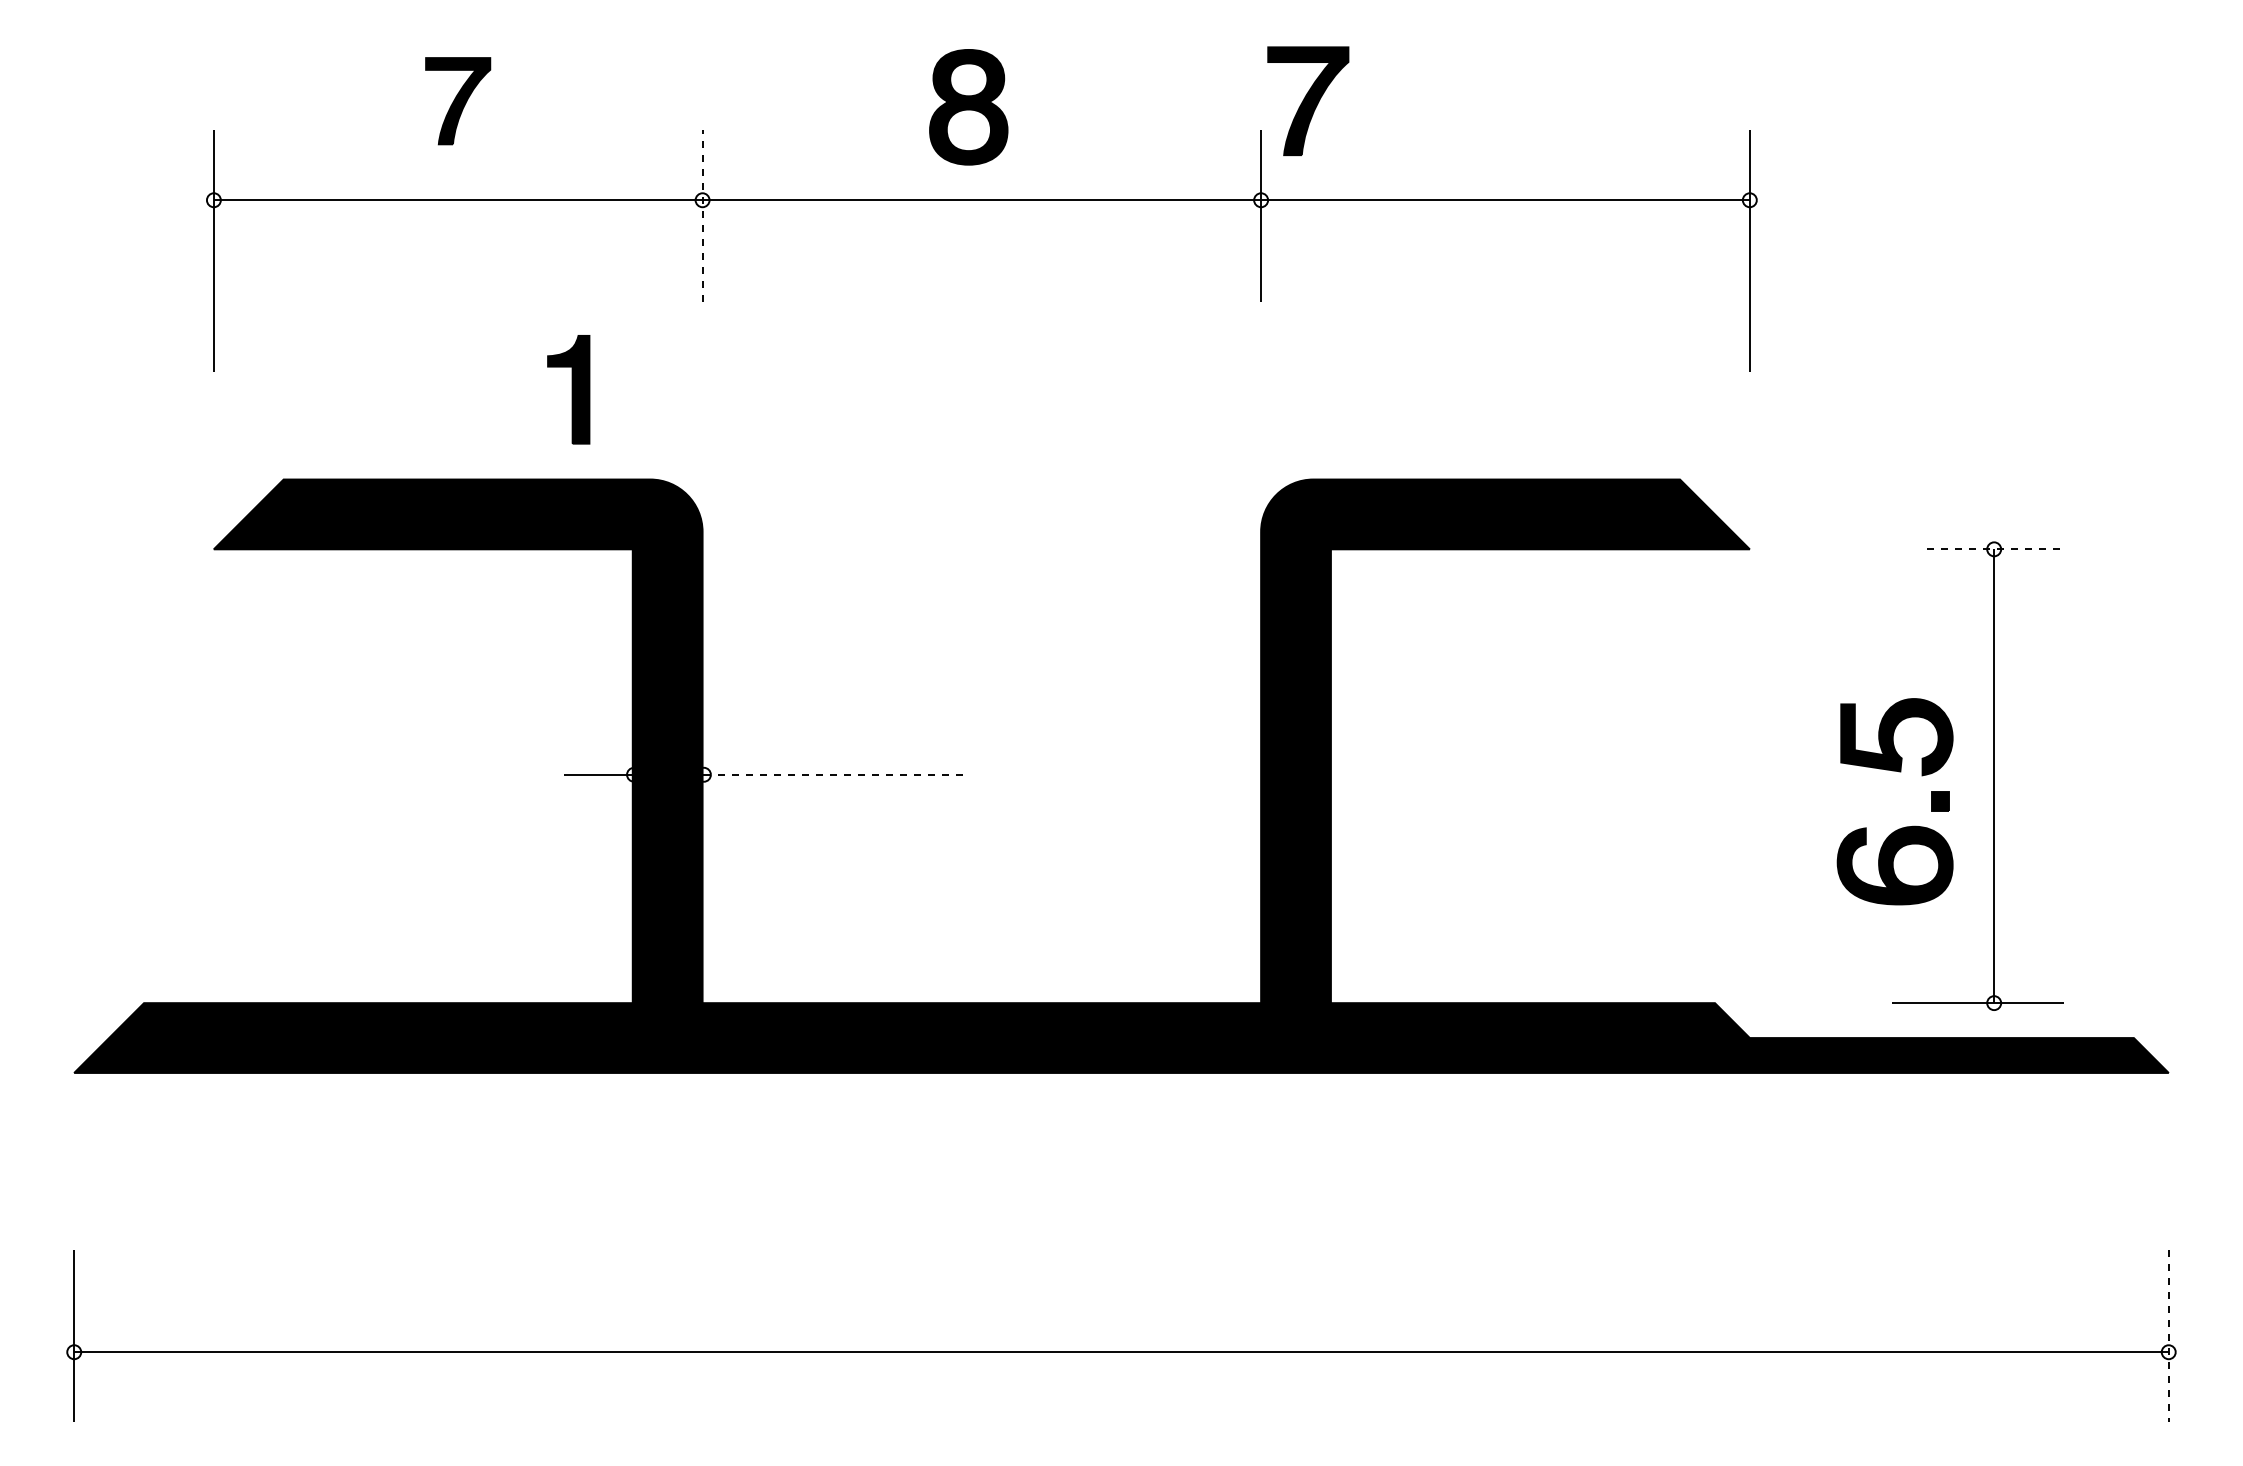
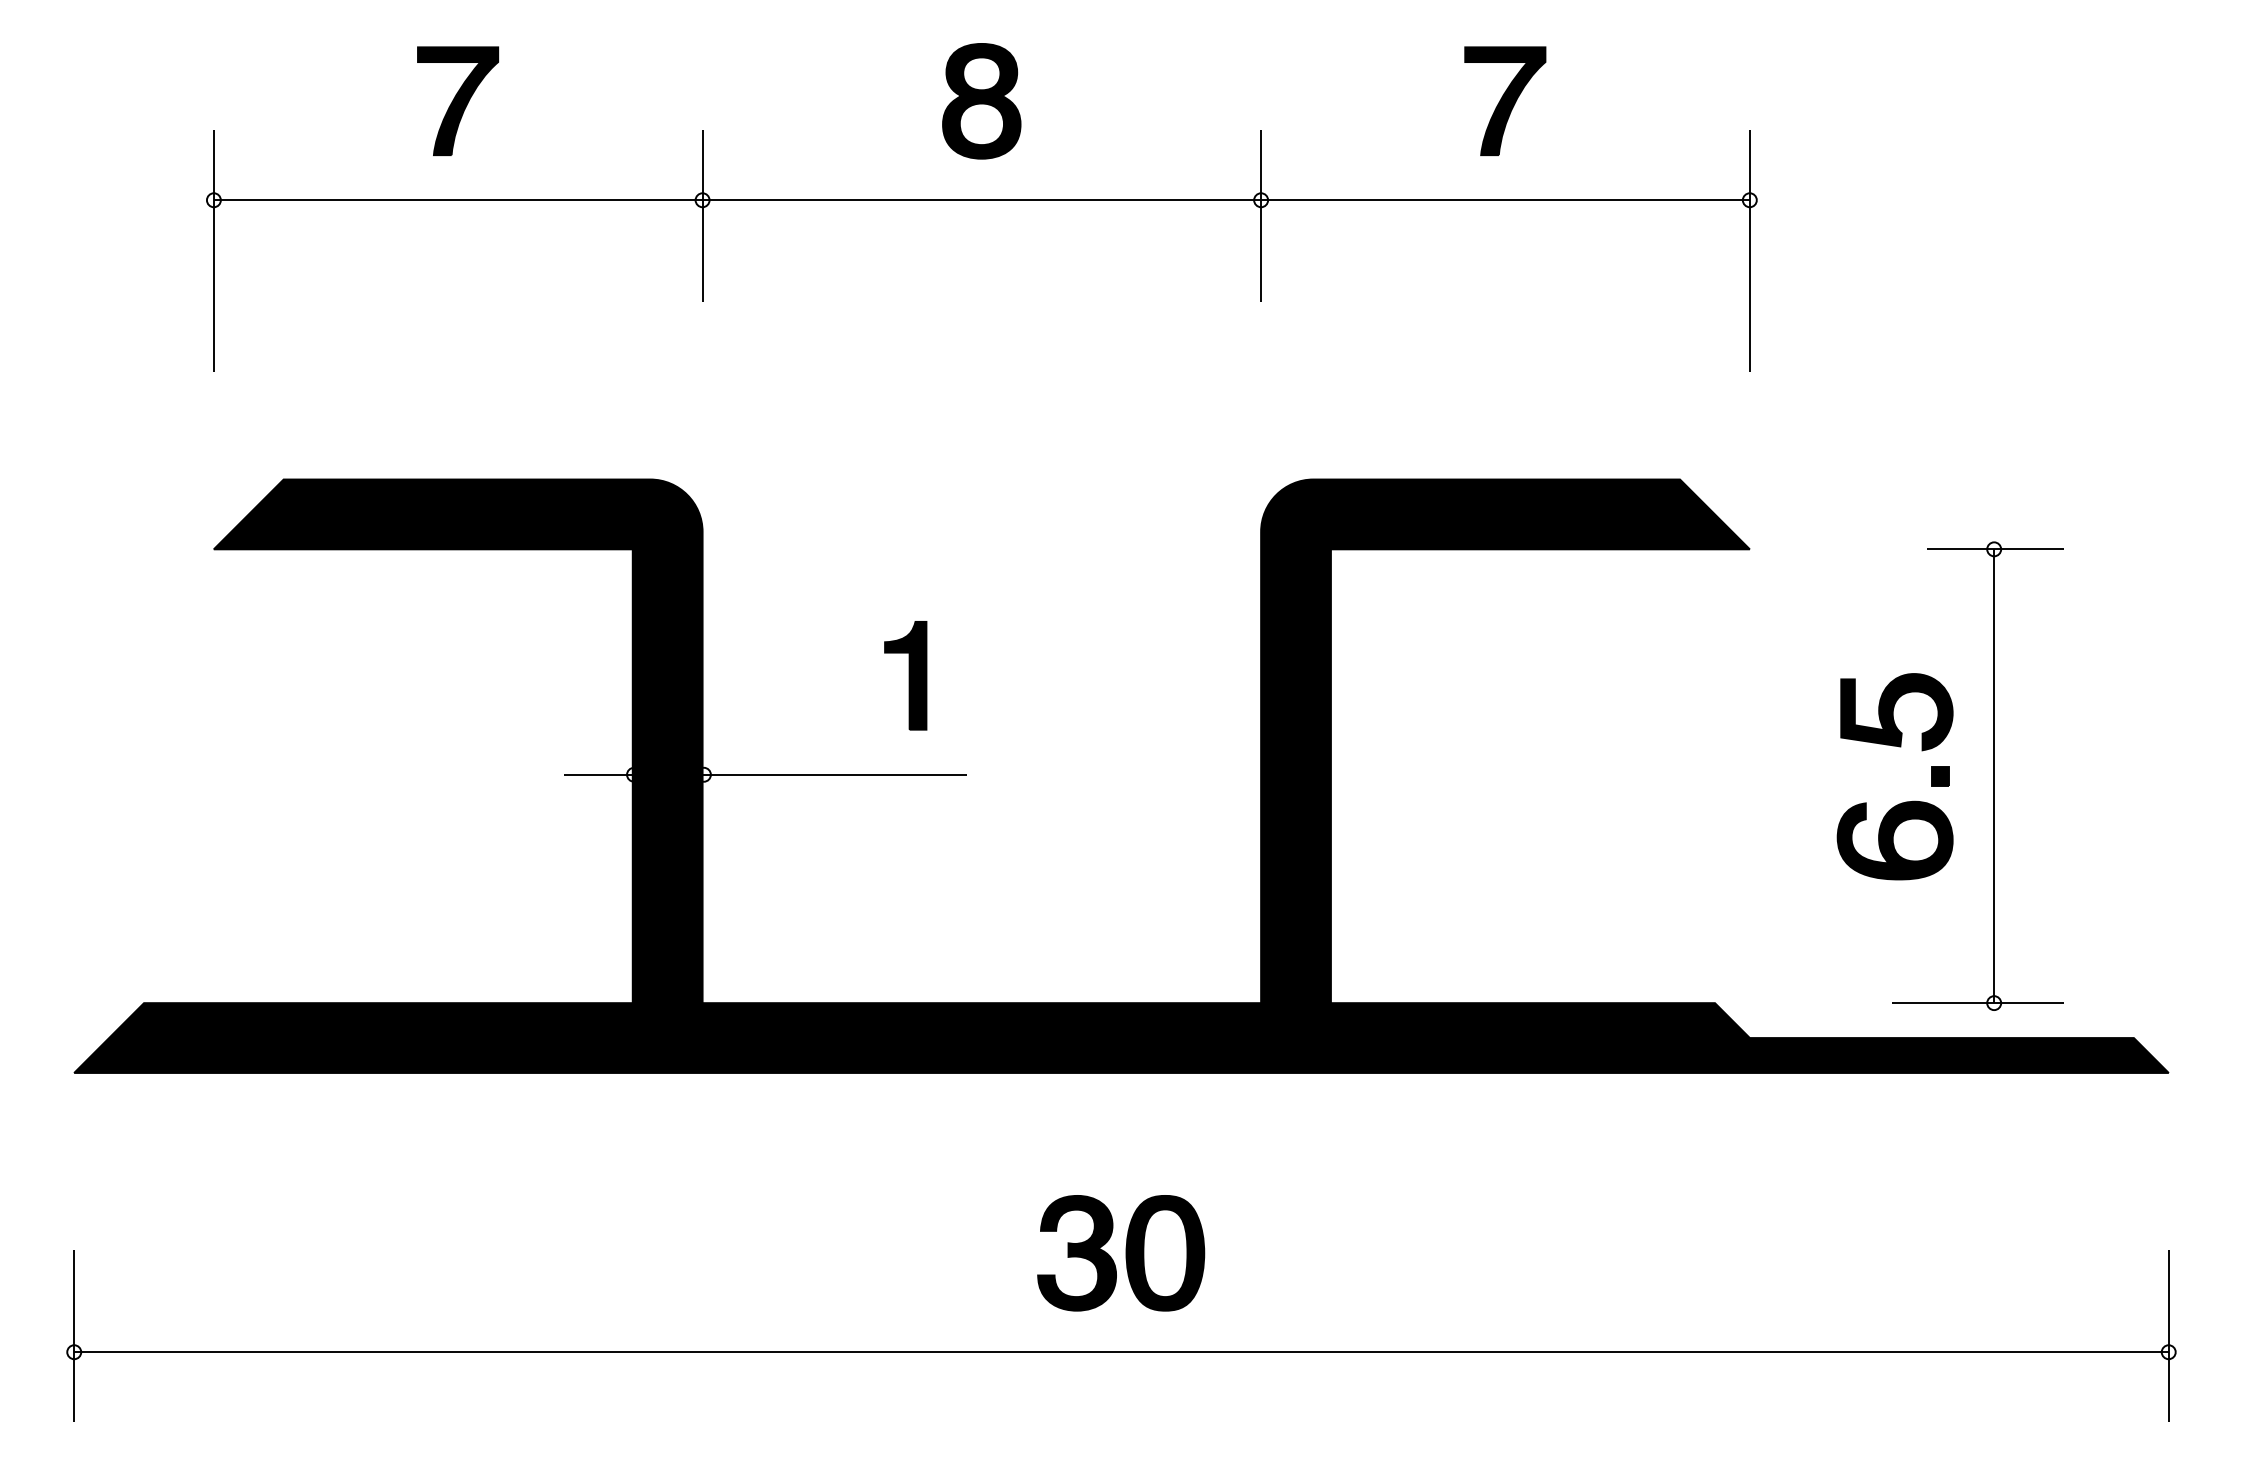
part at (1308, 100) position: (1308, 100) -> (1505, 100)
part at (458, 101) size: 67x89 px -> 83x110 px
part at (968, 107) position: (968, 107) -> (981, 101)
line at (702, 216): dashed -> solid
part at (568, 389) position: (568, 389) -> (905, 675)
line at (1996, 549): dashed -> solid
line at (835, 774): dashed -> solid
part at (1901, 827) position: (1901, 827) -> (1901, 802)
part at (1121, 1253): none -> present
line at (2168, 1336): dashed -> solid
